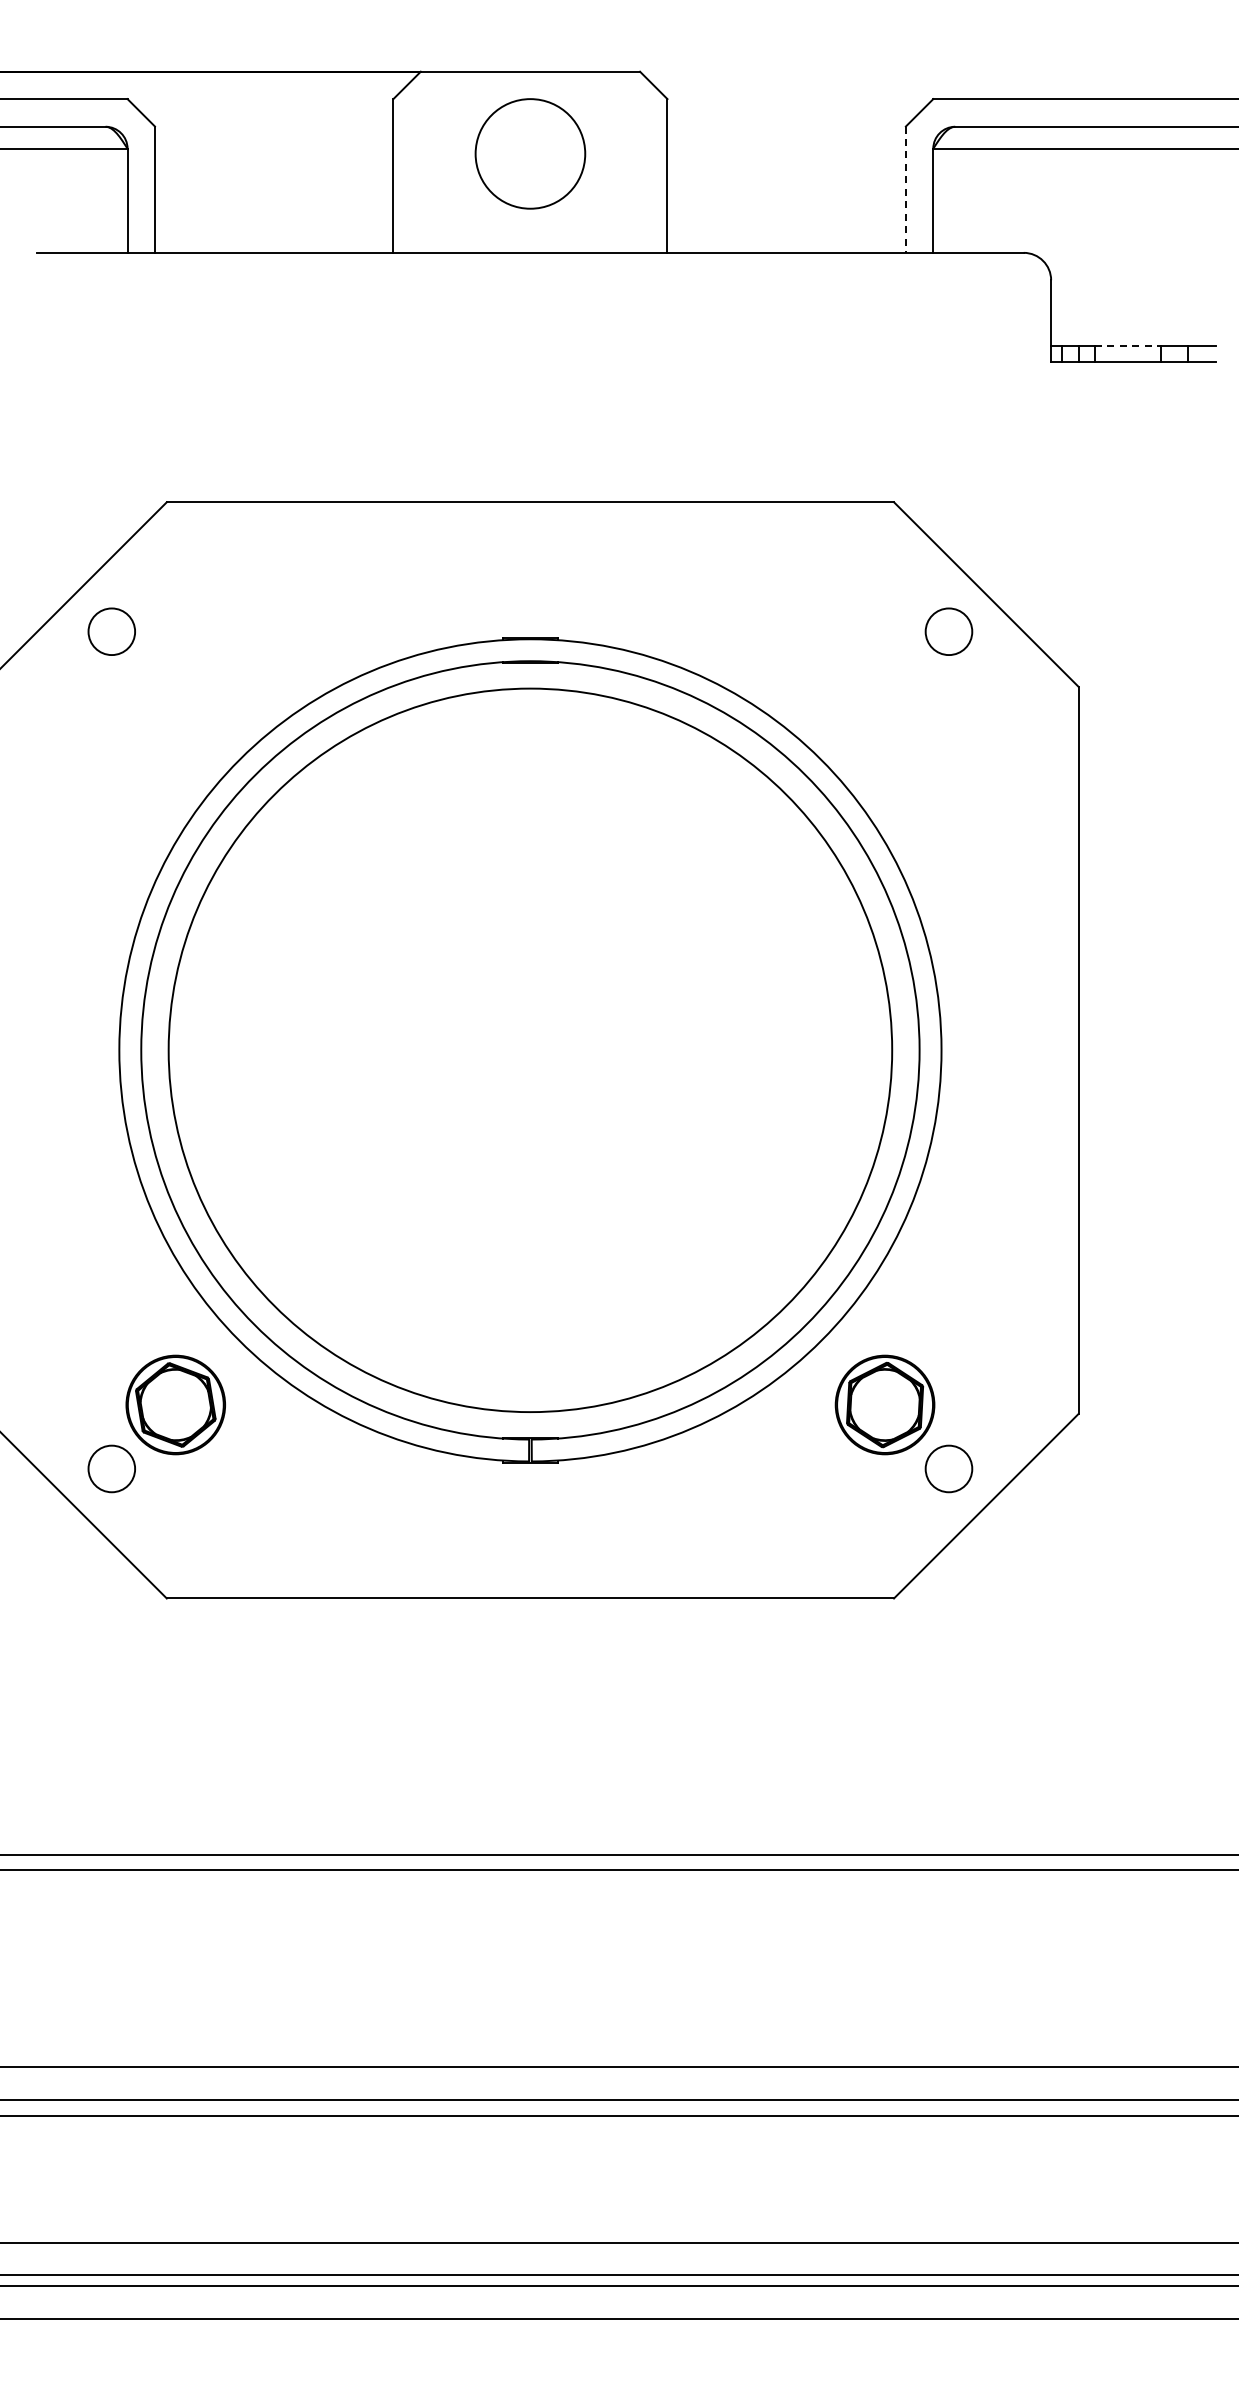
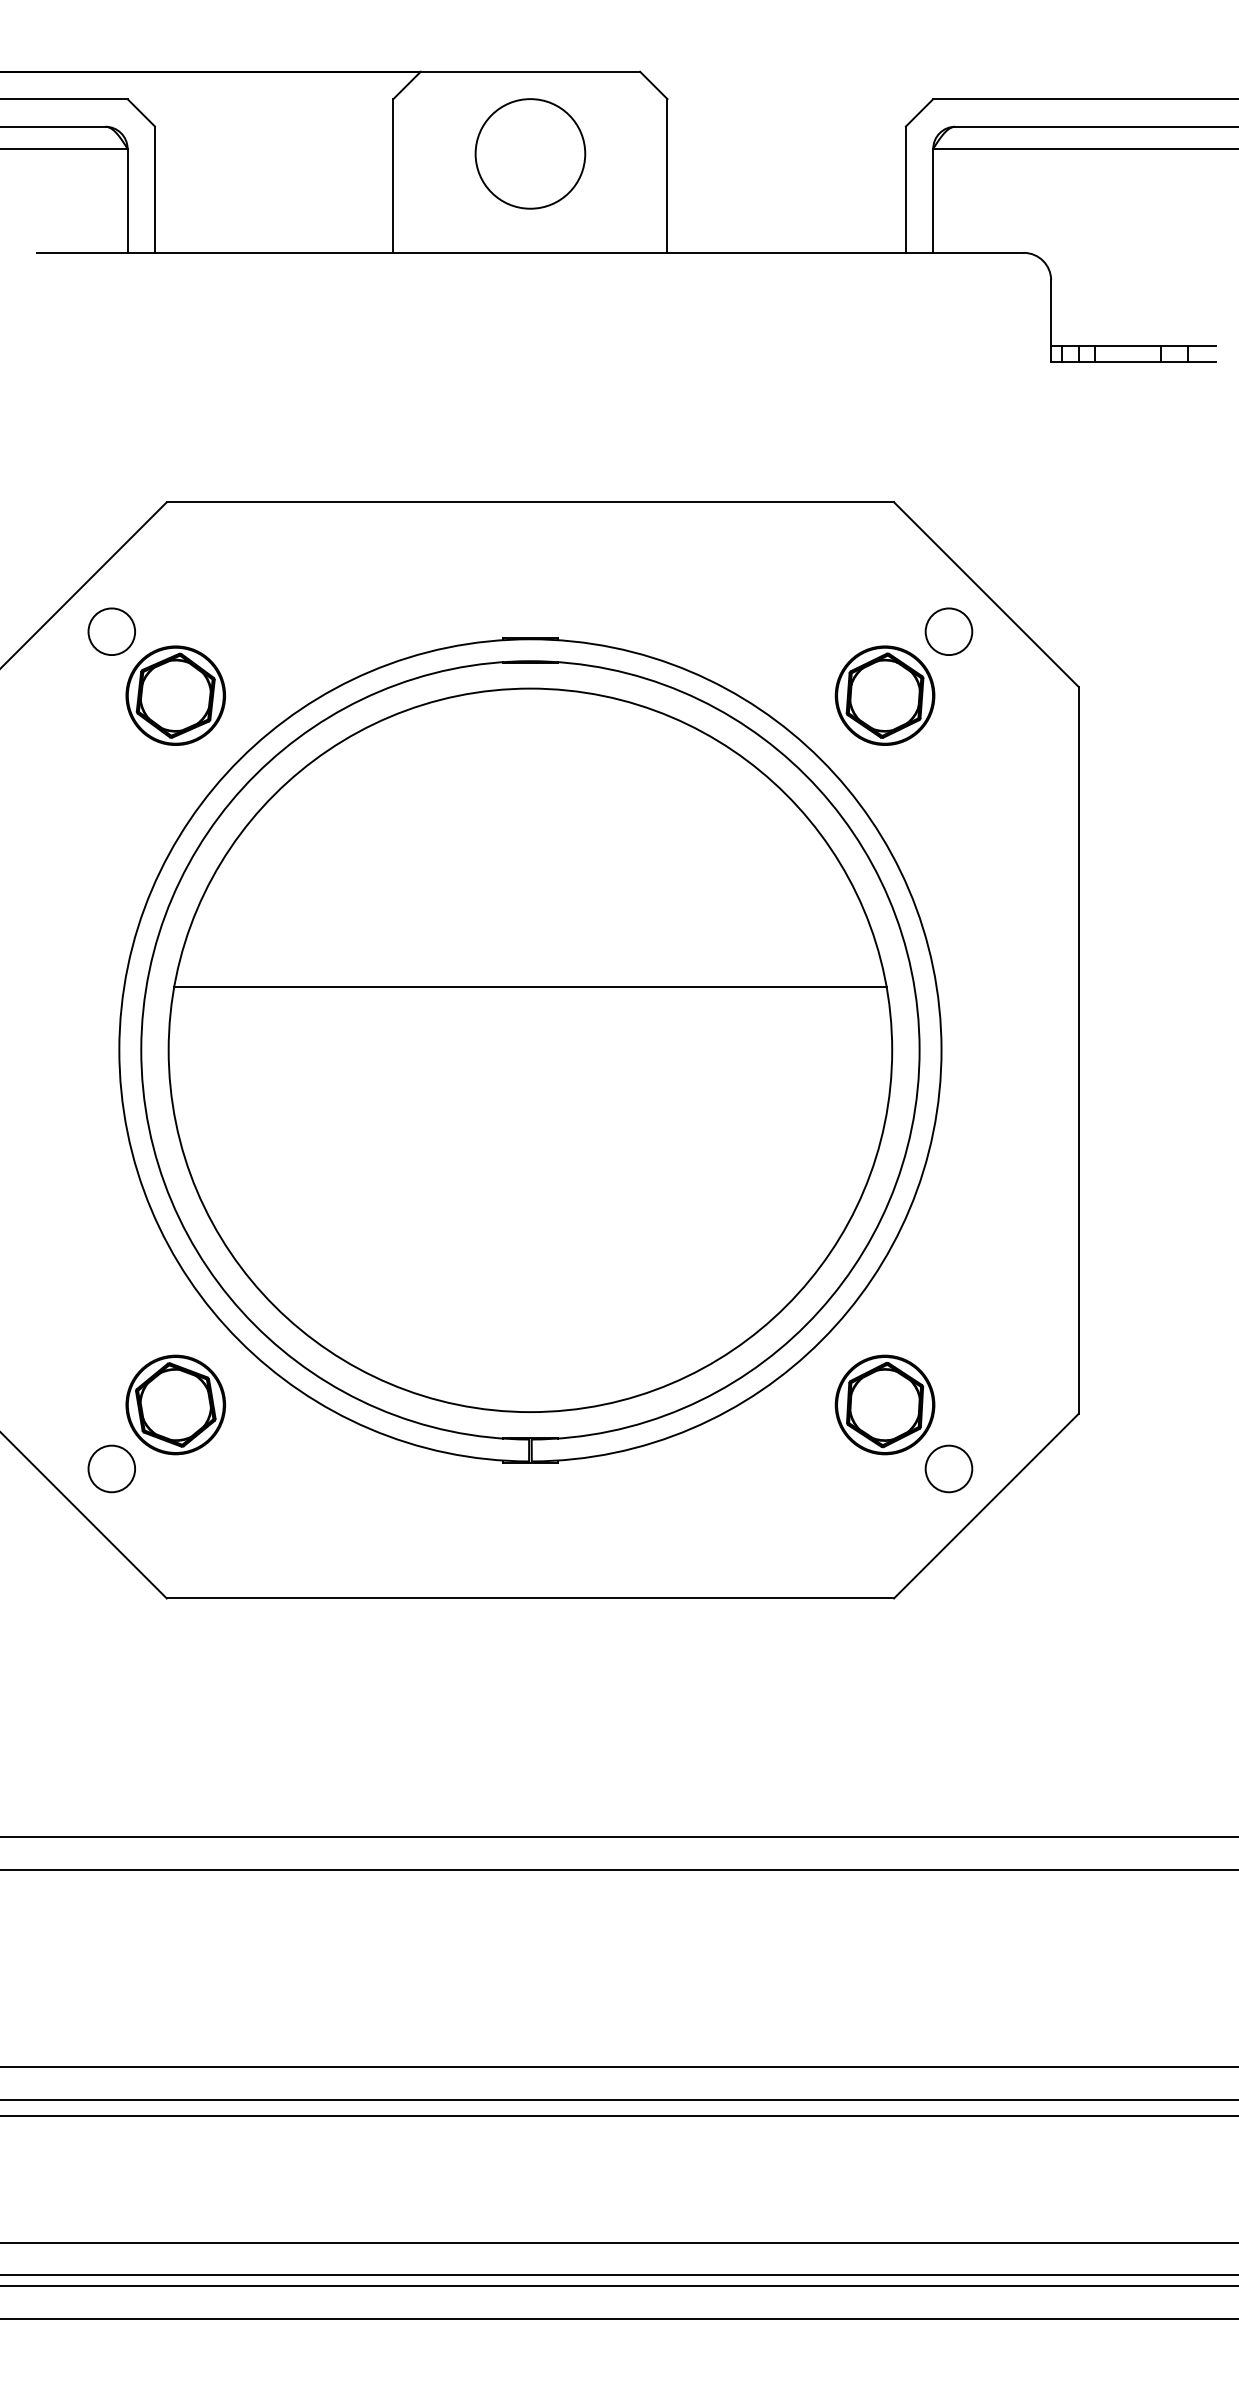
line at (905, 190): dashed -> solid
line at (1127, 346): dashed -> solid
part at (175, 695): none -> present
part at (884, 695): none -> present
line at (530, 987): none -> present
line at (618, 1854) position: (618, 1854) -> (618, 1836)
